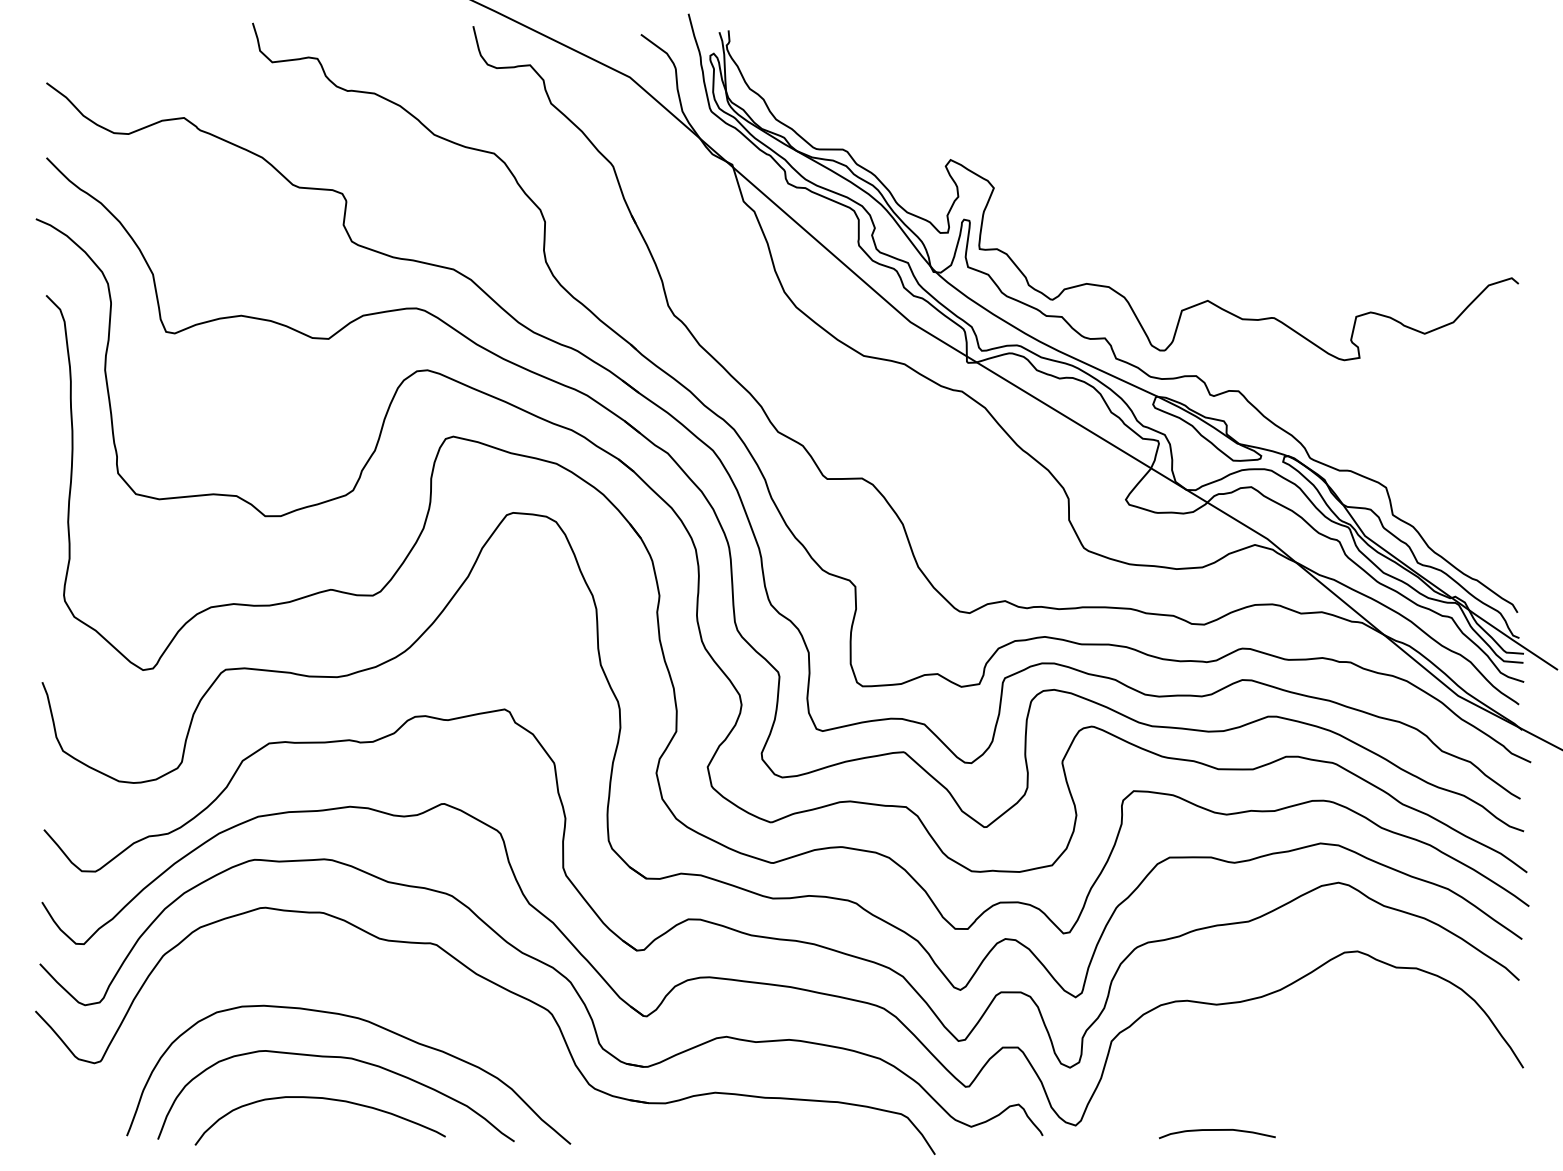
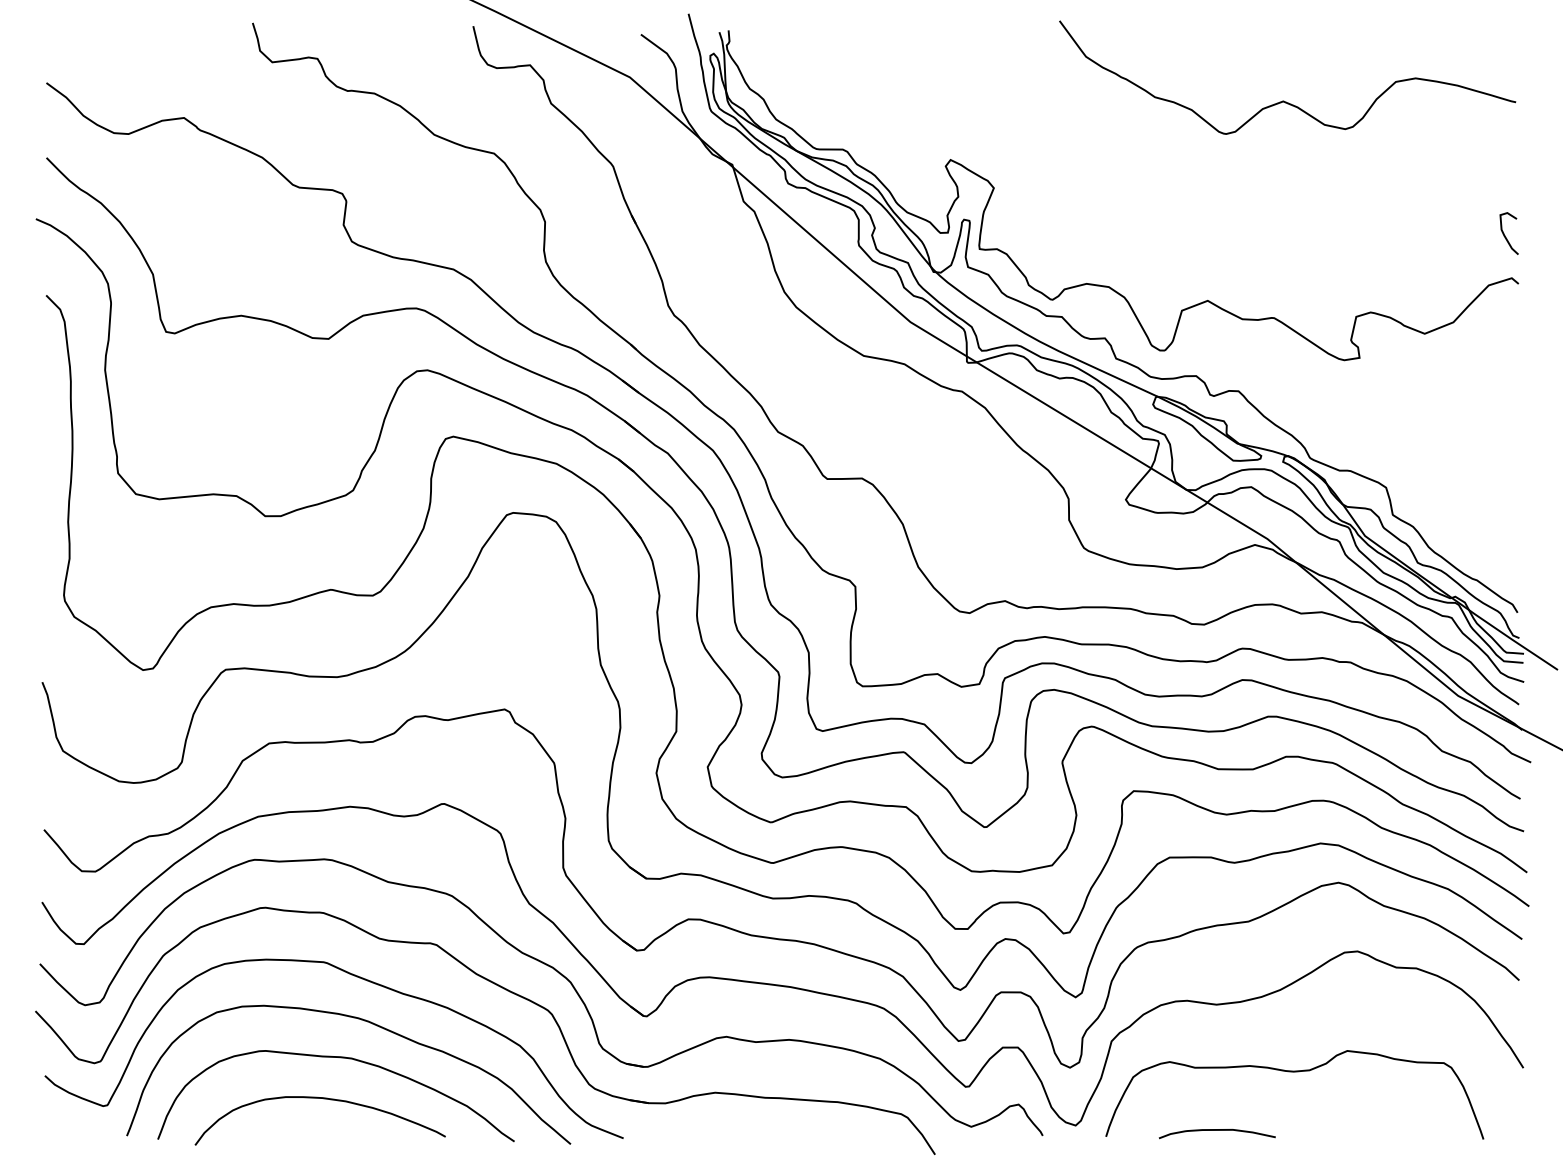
curve at (1283, 100): none -> present
curve at (1505, 235): none -> present
curve at (356, 977): none -> present
curve at (1294, 1072): none -> present
